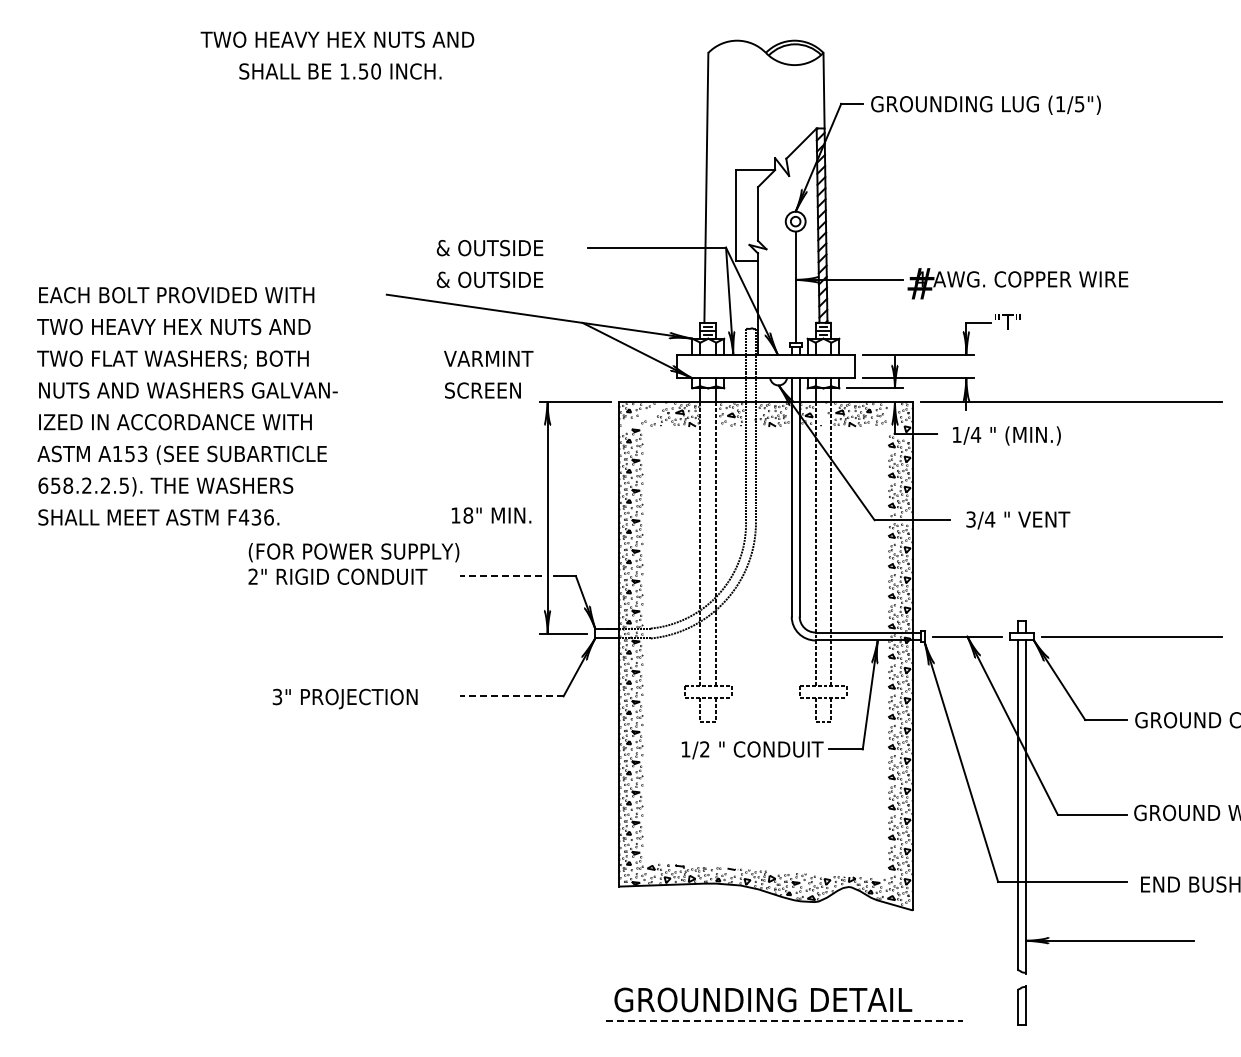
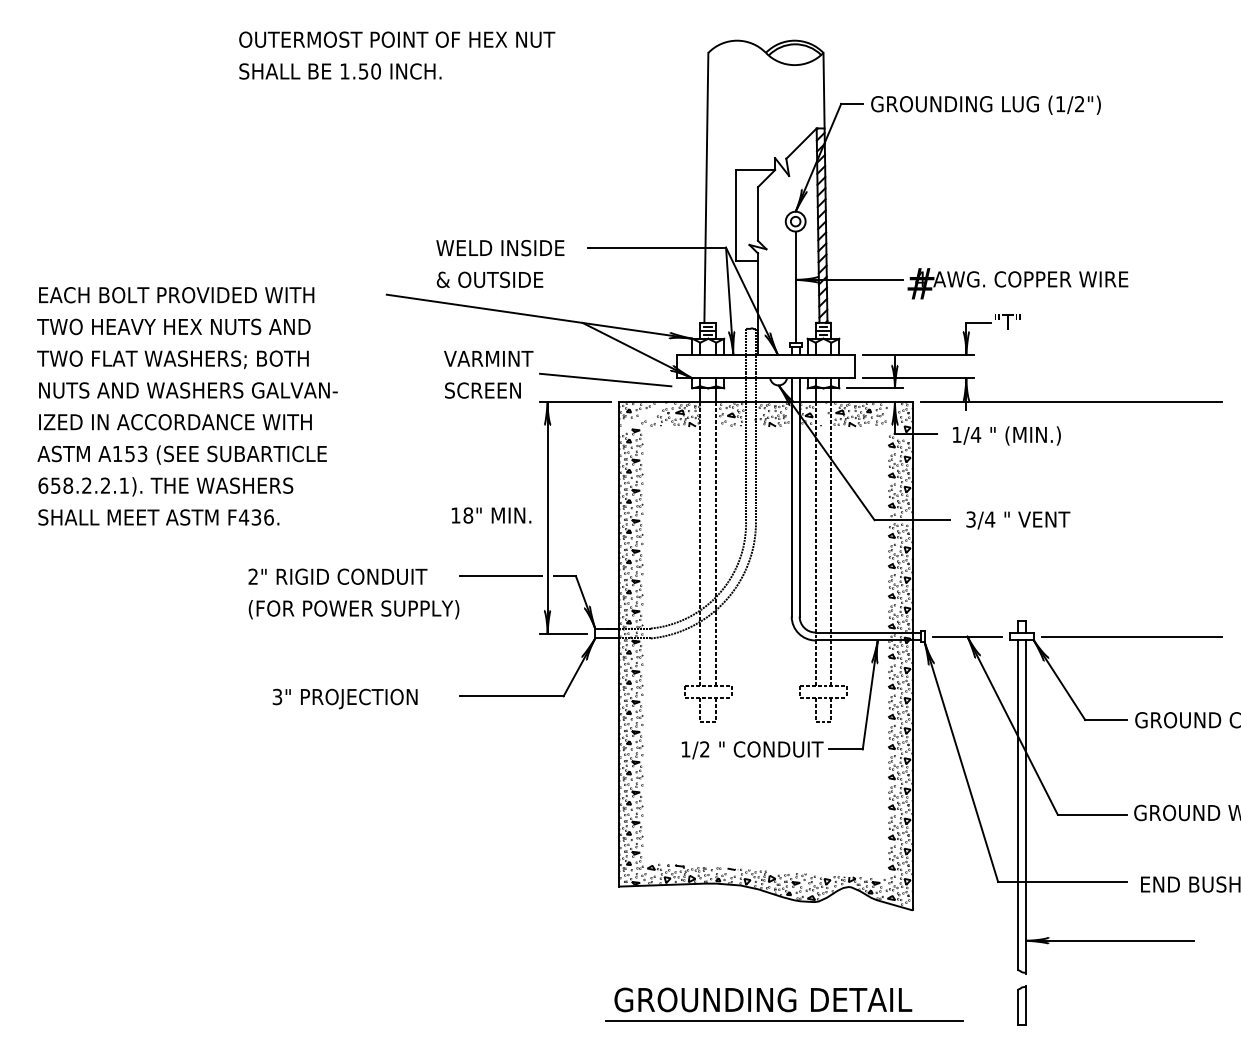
text at (377, 39): TWO HEAVY HEX NUTS AND -> OUTERMOST POINT OF HEX NUT
text at (1079, 104): (1/5") -> (1/2")
text at (500, 248): & OUTSIDE -> WELD INSIDE
line at (605, 379): none -> present
text at (123, 485): 658.2.2.5). -> 658.2.2.1).
text at (353, 552) position: (353, 552) -> (353, 609)
line at (501, 576): dashed -> solid
line at (511, 696): dashed -> solid
line at (784, 1021): dashed -> solid
